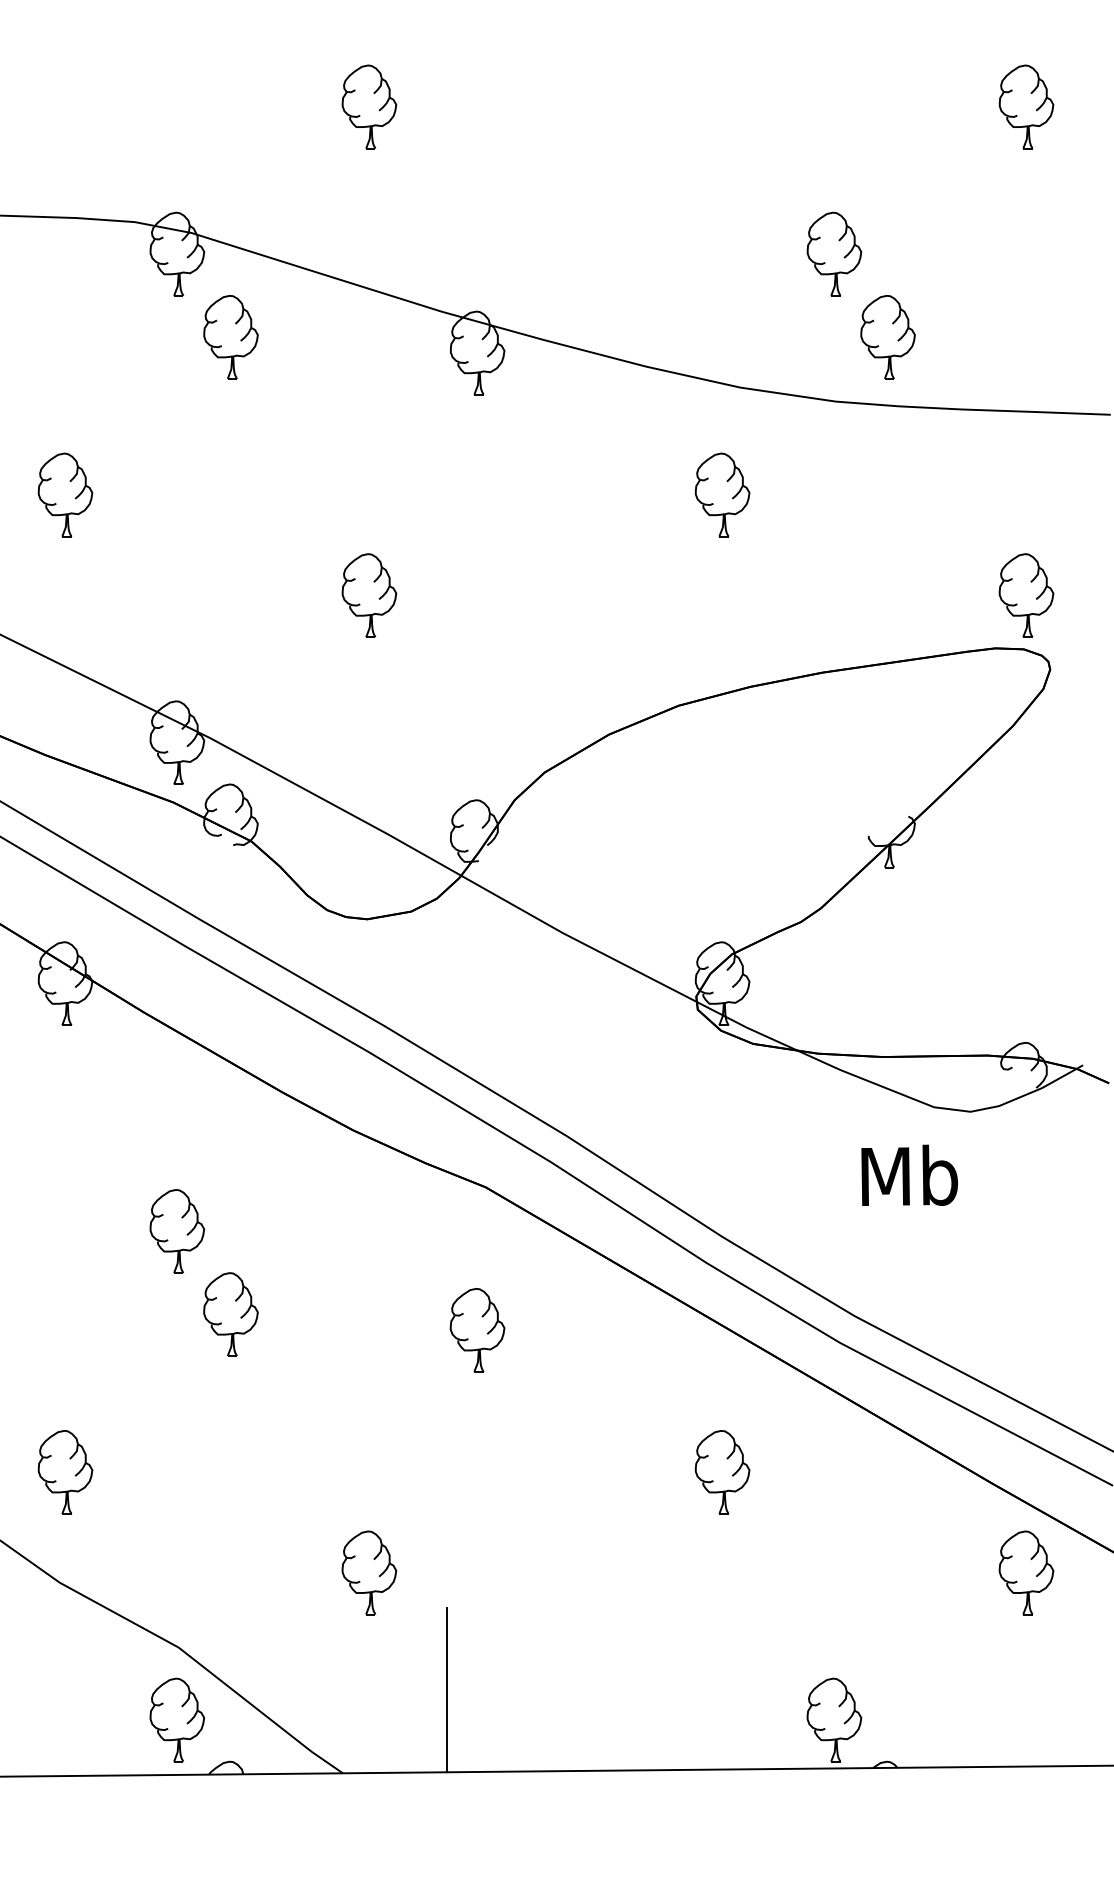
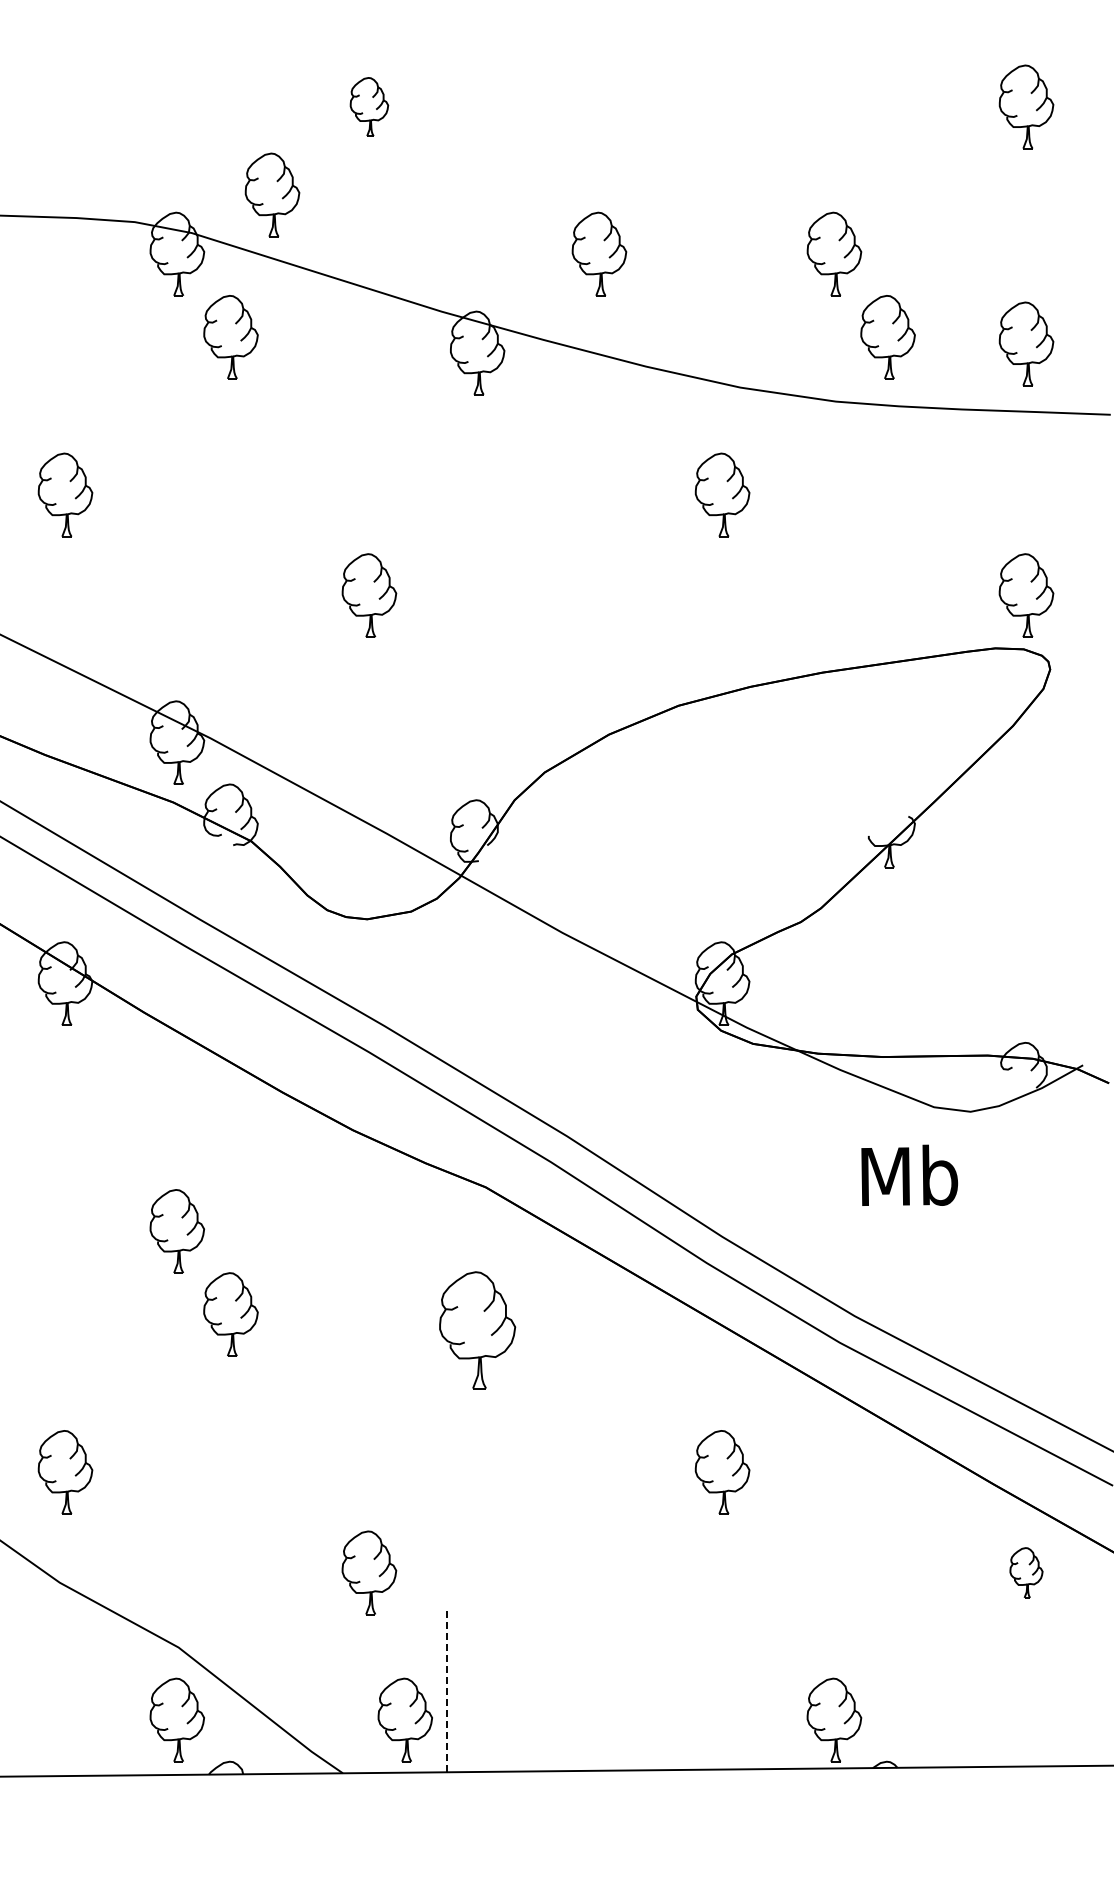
part at (369, 106) size: 57x86 px -> 41x60 px
part at (272, 194): none -> present
part at (599, 253): none -> present
part at (1026, 343): none -> present
part at (477, 1330) size: 57x85 px -> 78x119 px
part at (1026, 1572) size: 57x86 px -> 35x52 px
line at (446, 1689): solid -> dashed
part at (404, 1719): none -> present
